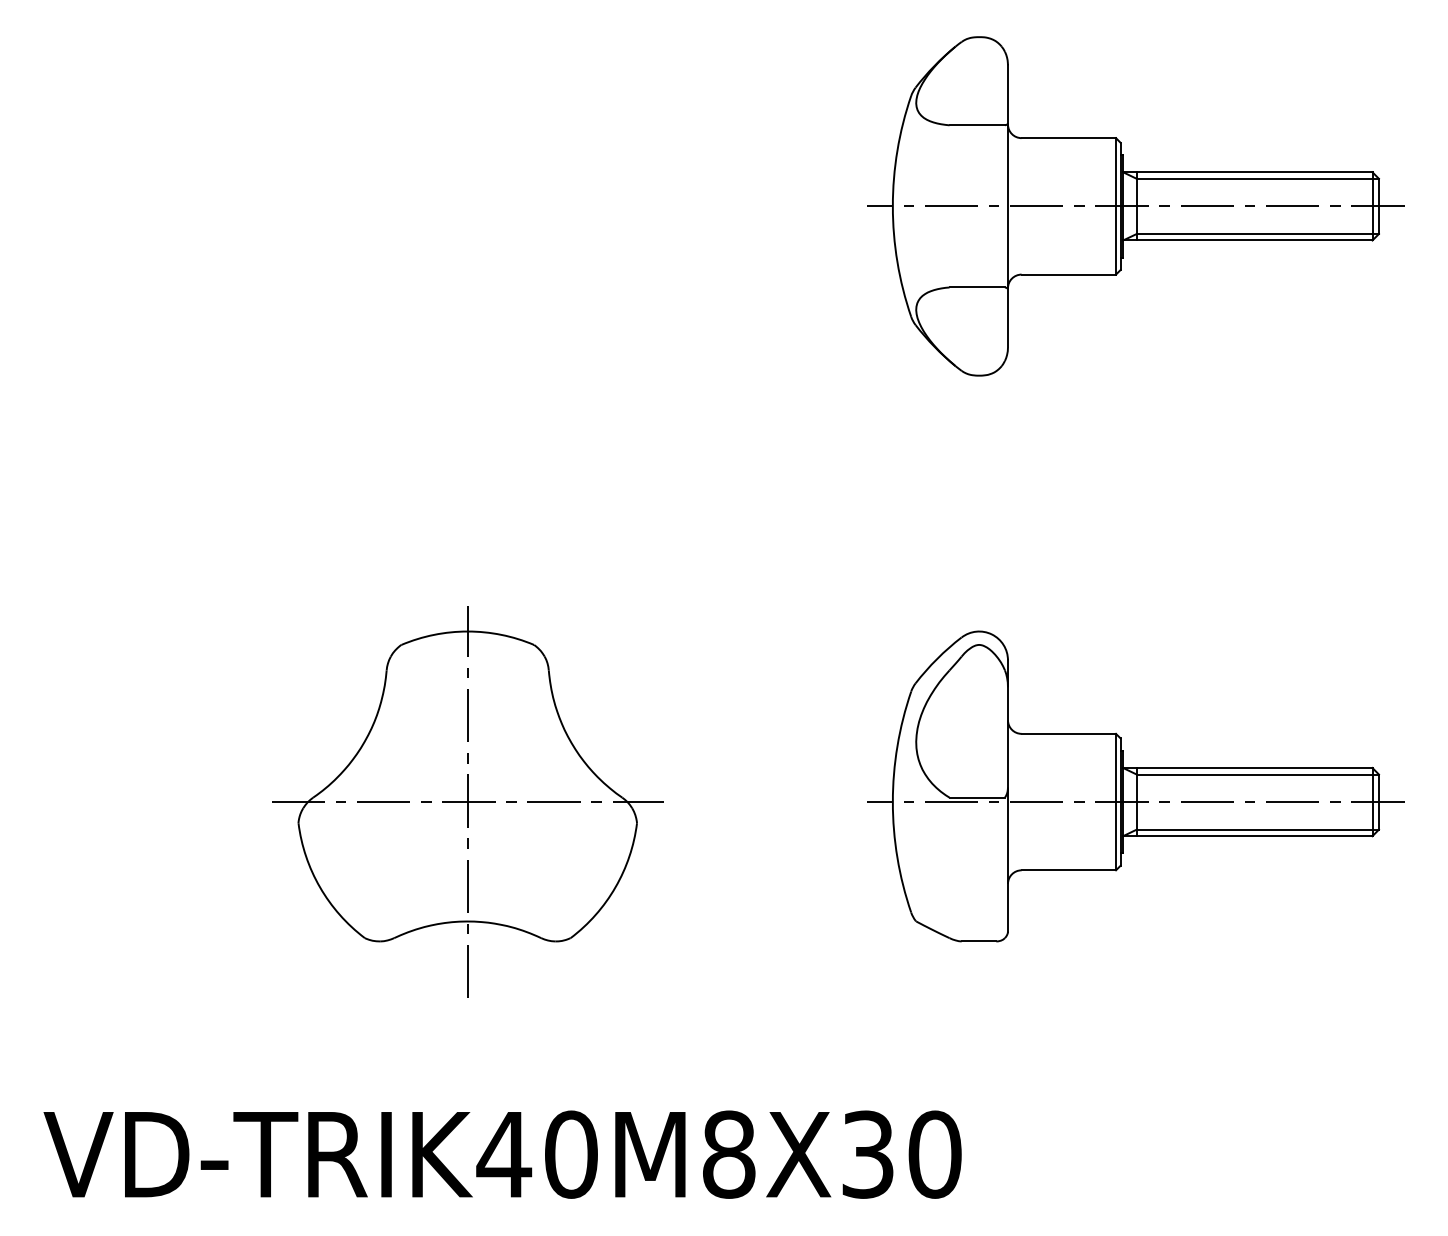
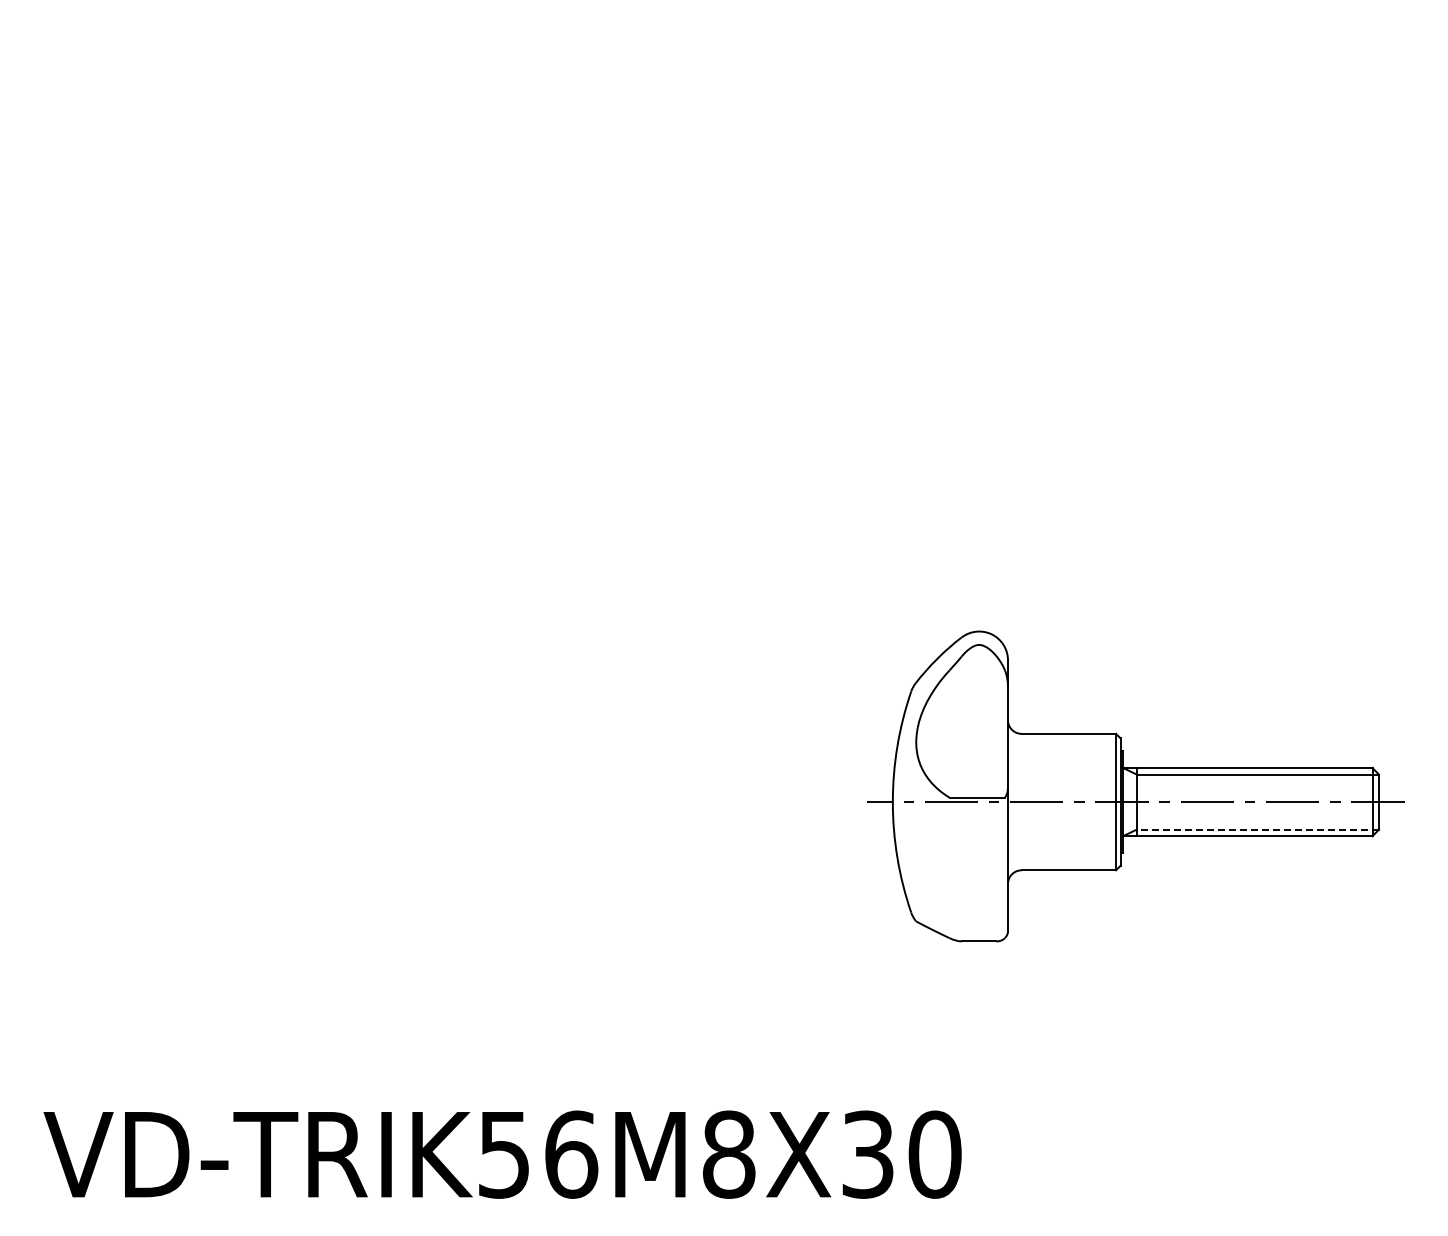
part at (1135, 206): present -> none
part at (467, 801): present -> none
line at (1257, 829): solid -> dashed
text at (537, 1154): VD-TRIK40M8X30 -> VD-TRIK56M8X30
